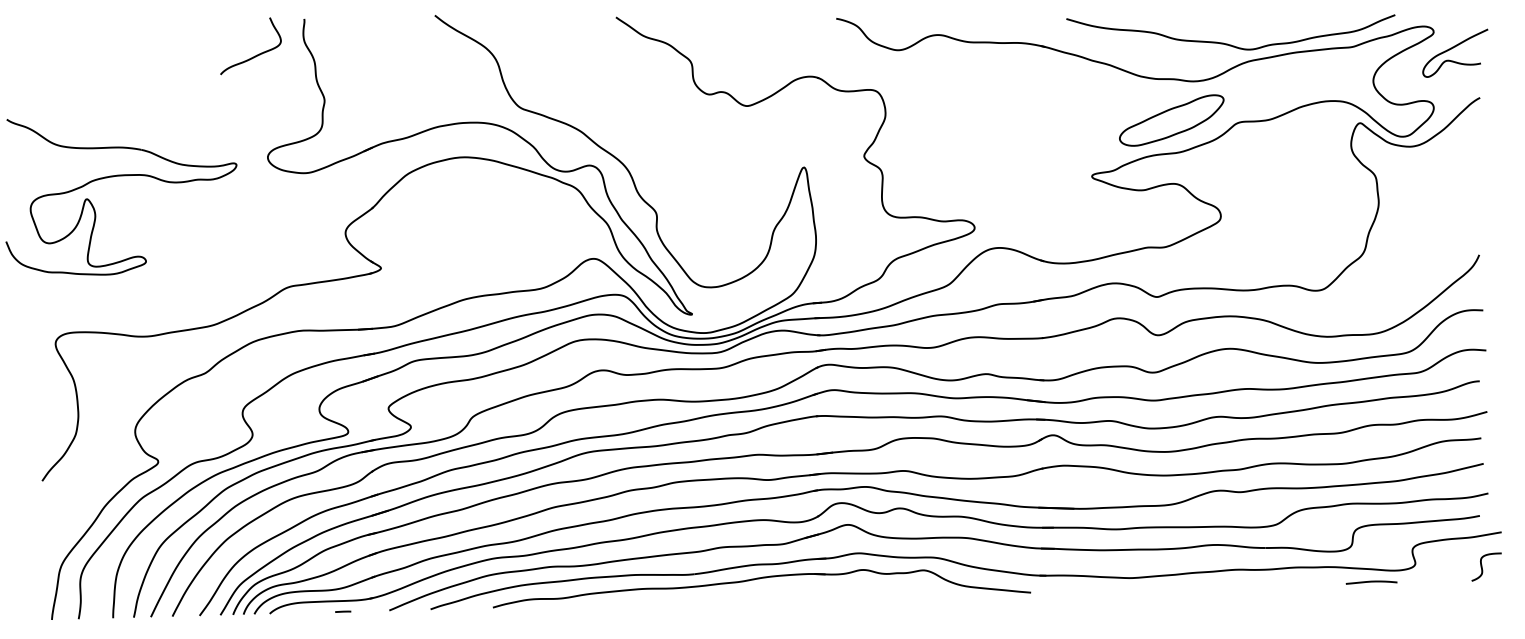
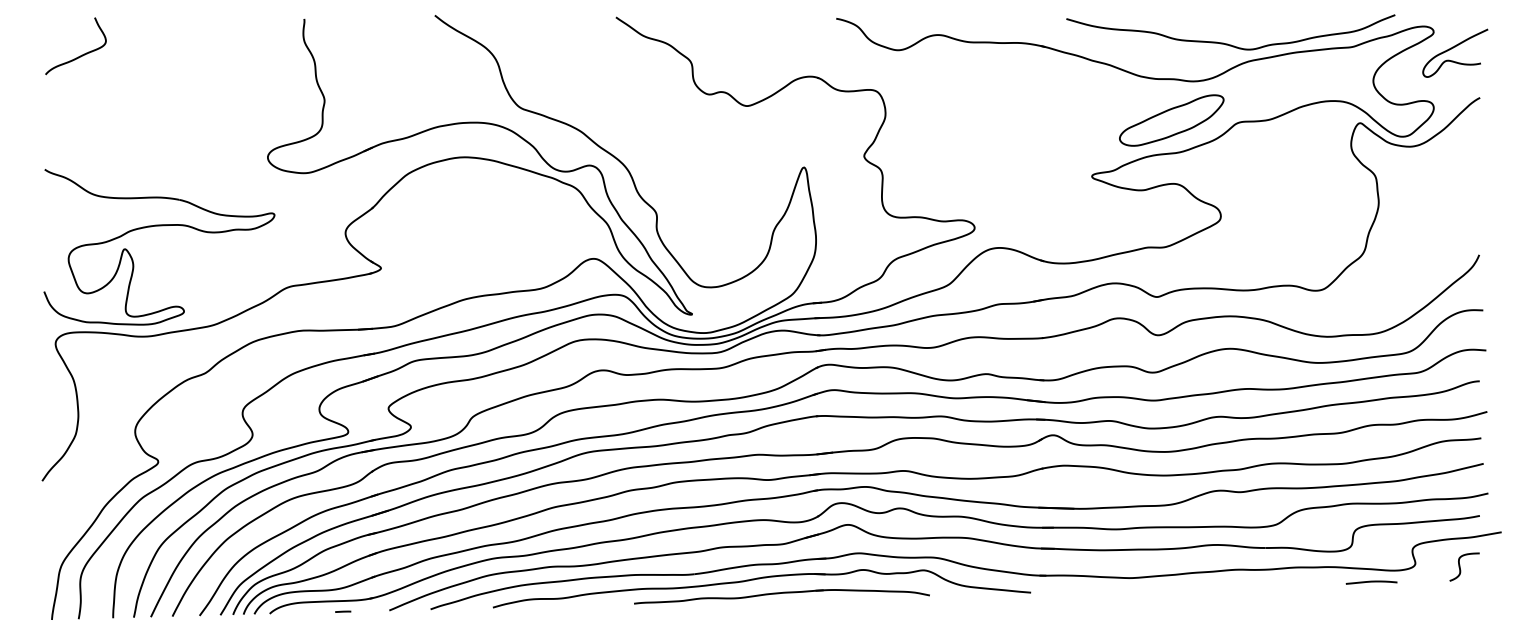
curve at (255, 55) position: (255, 55) -> (80, 55)
part at (121, 176) position: (121, 176) -> (159, 226)
curve at (1482, 566) position: (1482, 566) -> (1460, 566)
part at (781, 596): none -> present
